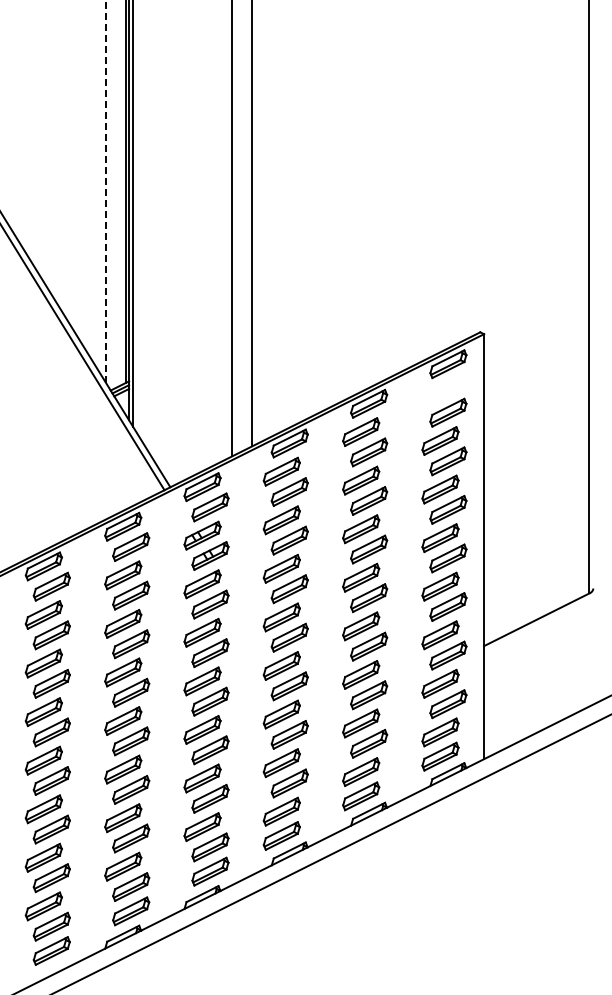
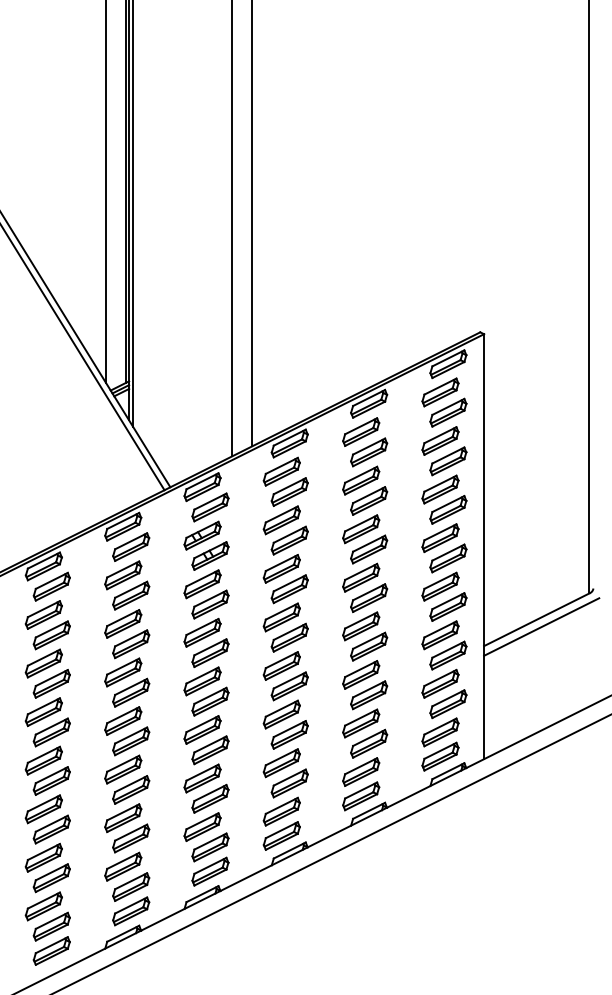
line at (105, 191): dashed -> solid
part at (440, 392): none -> present
line at (541, 626): none -> present
